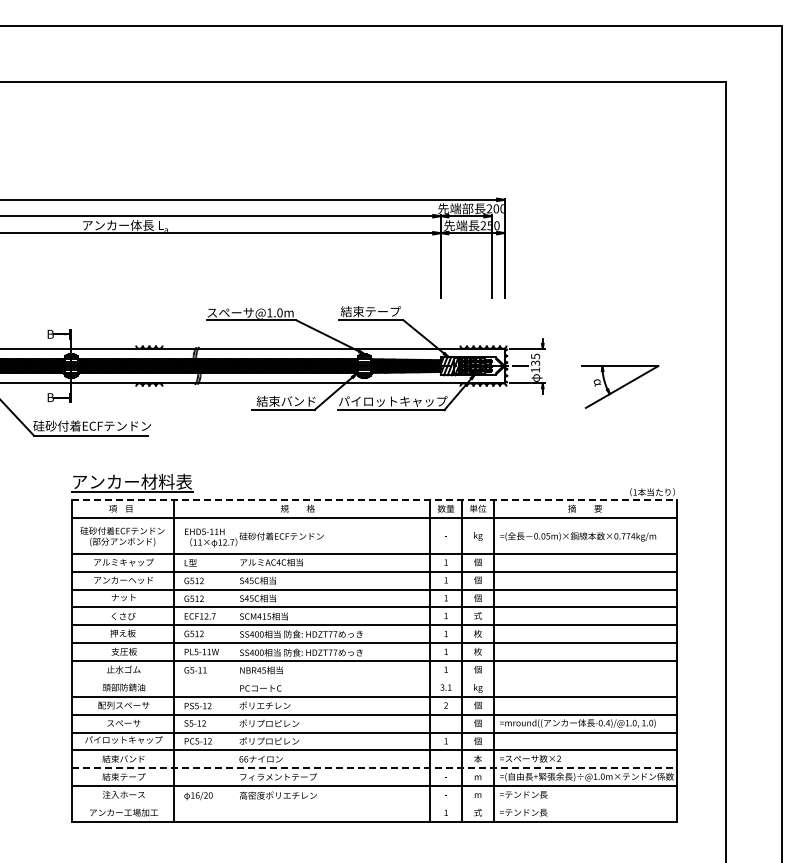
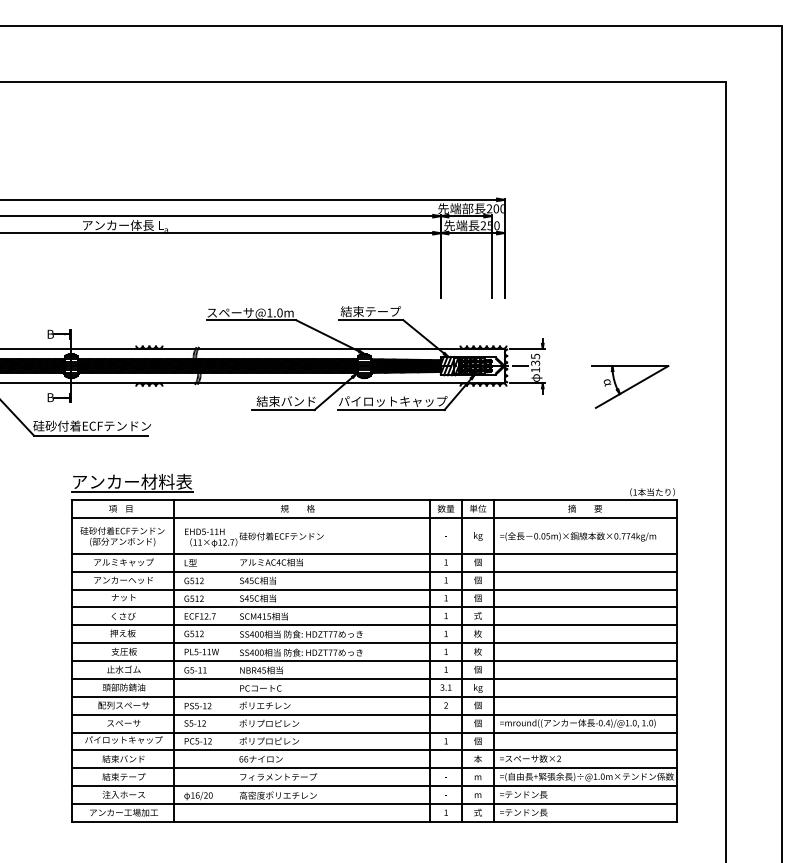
part at (620, 386) position: (620, 386) -> (630, 386)
line at (374, 500): dashed -> solid
line at (374, 678): none -> present
line at (374, 768): dashed -> solid
line at (374, 804): none -> present
